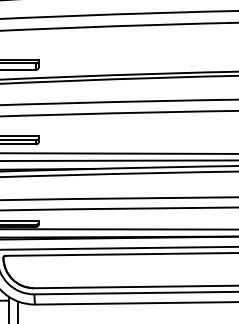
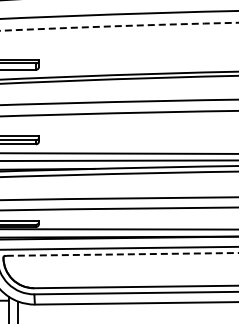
arc at (119, 26): solid -> dashed
line at (121, 254): solid -> dashed
